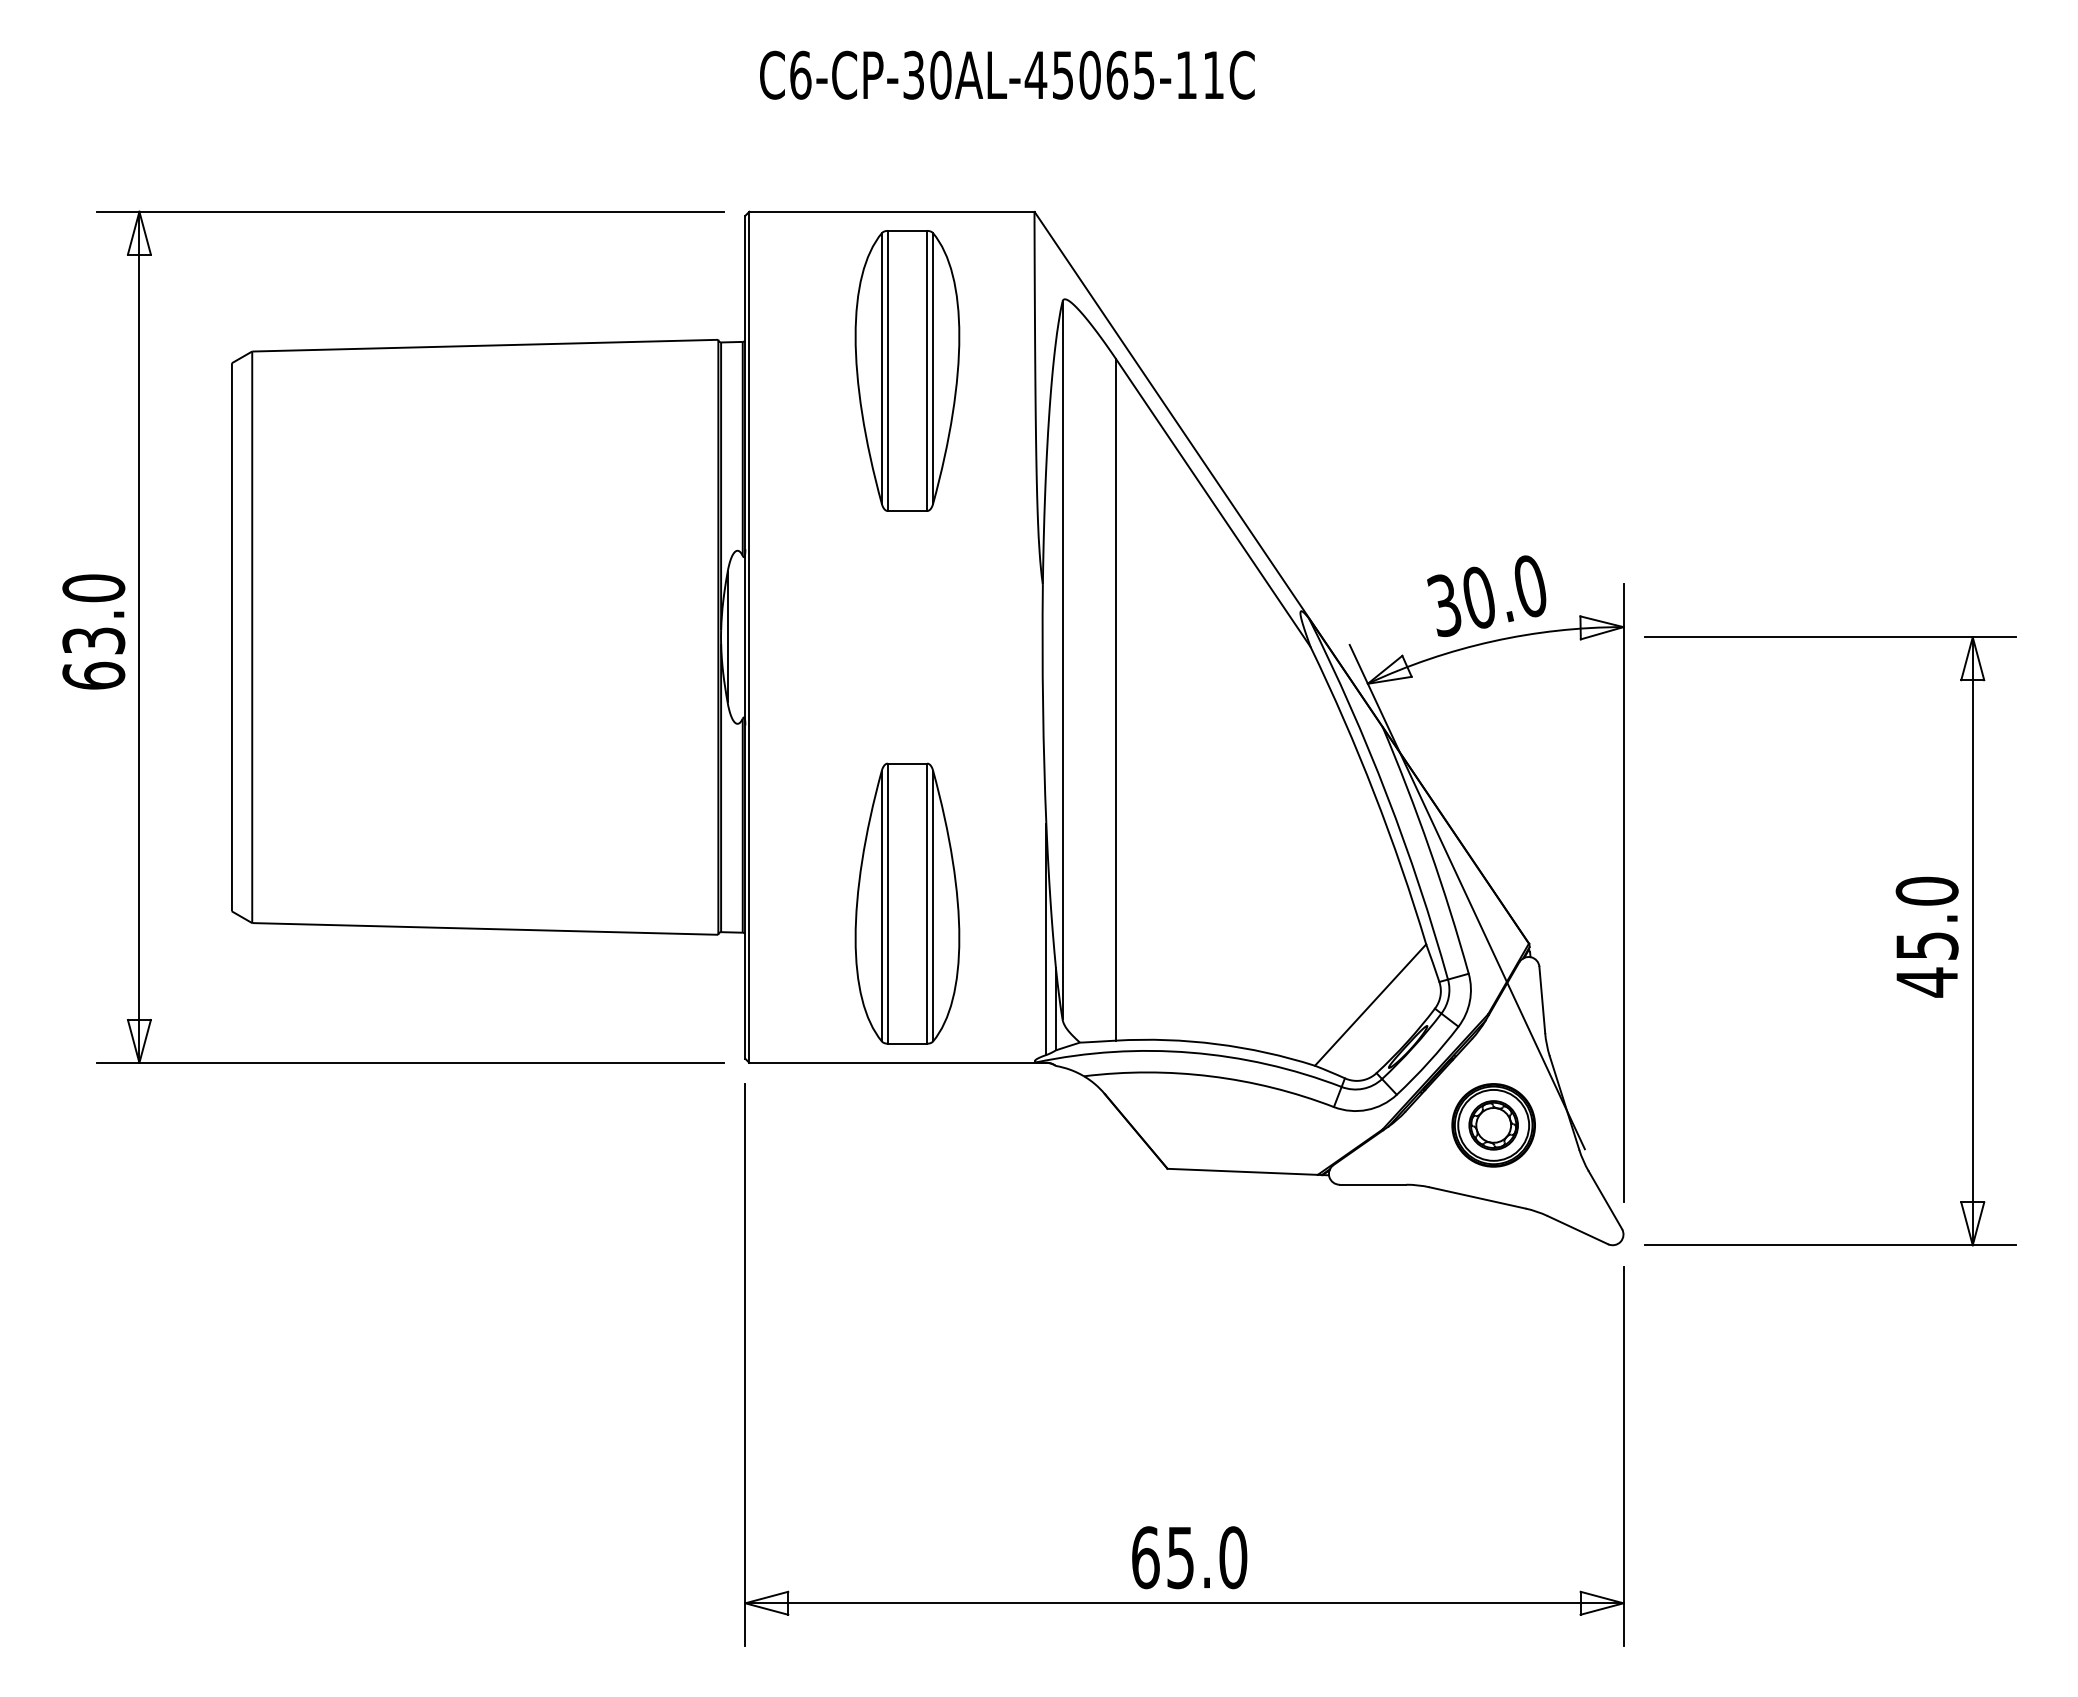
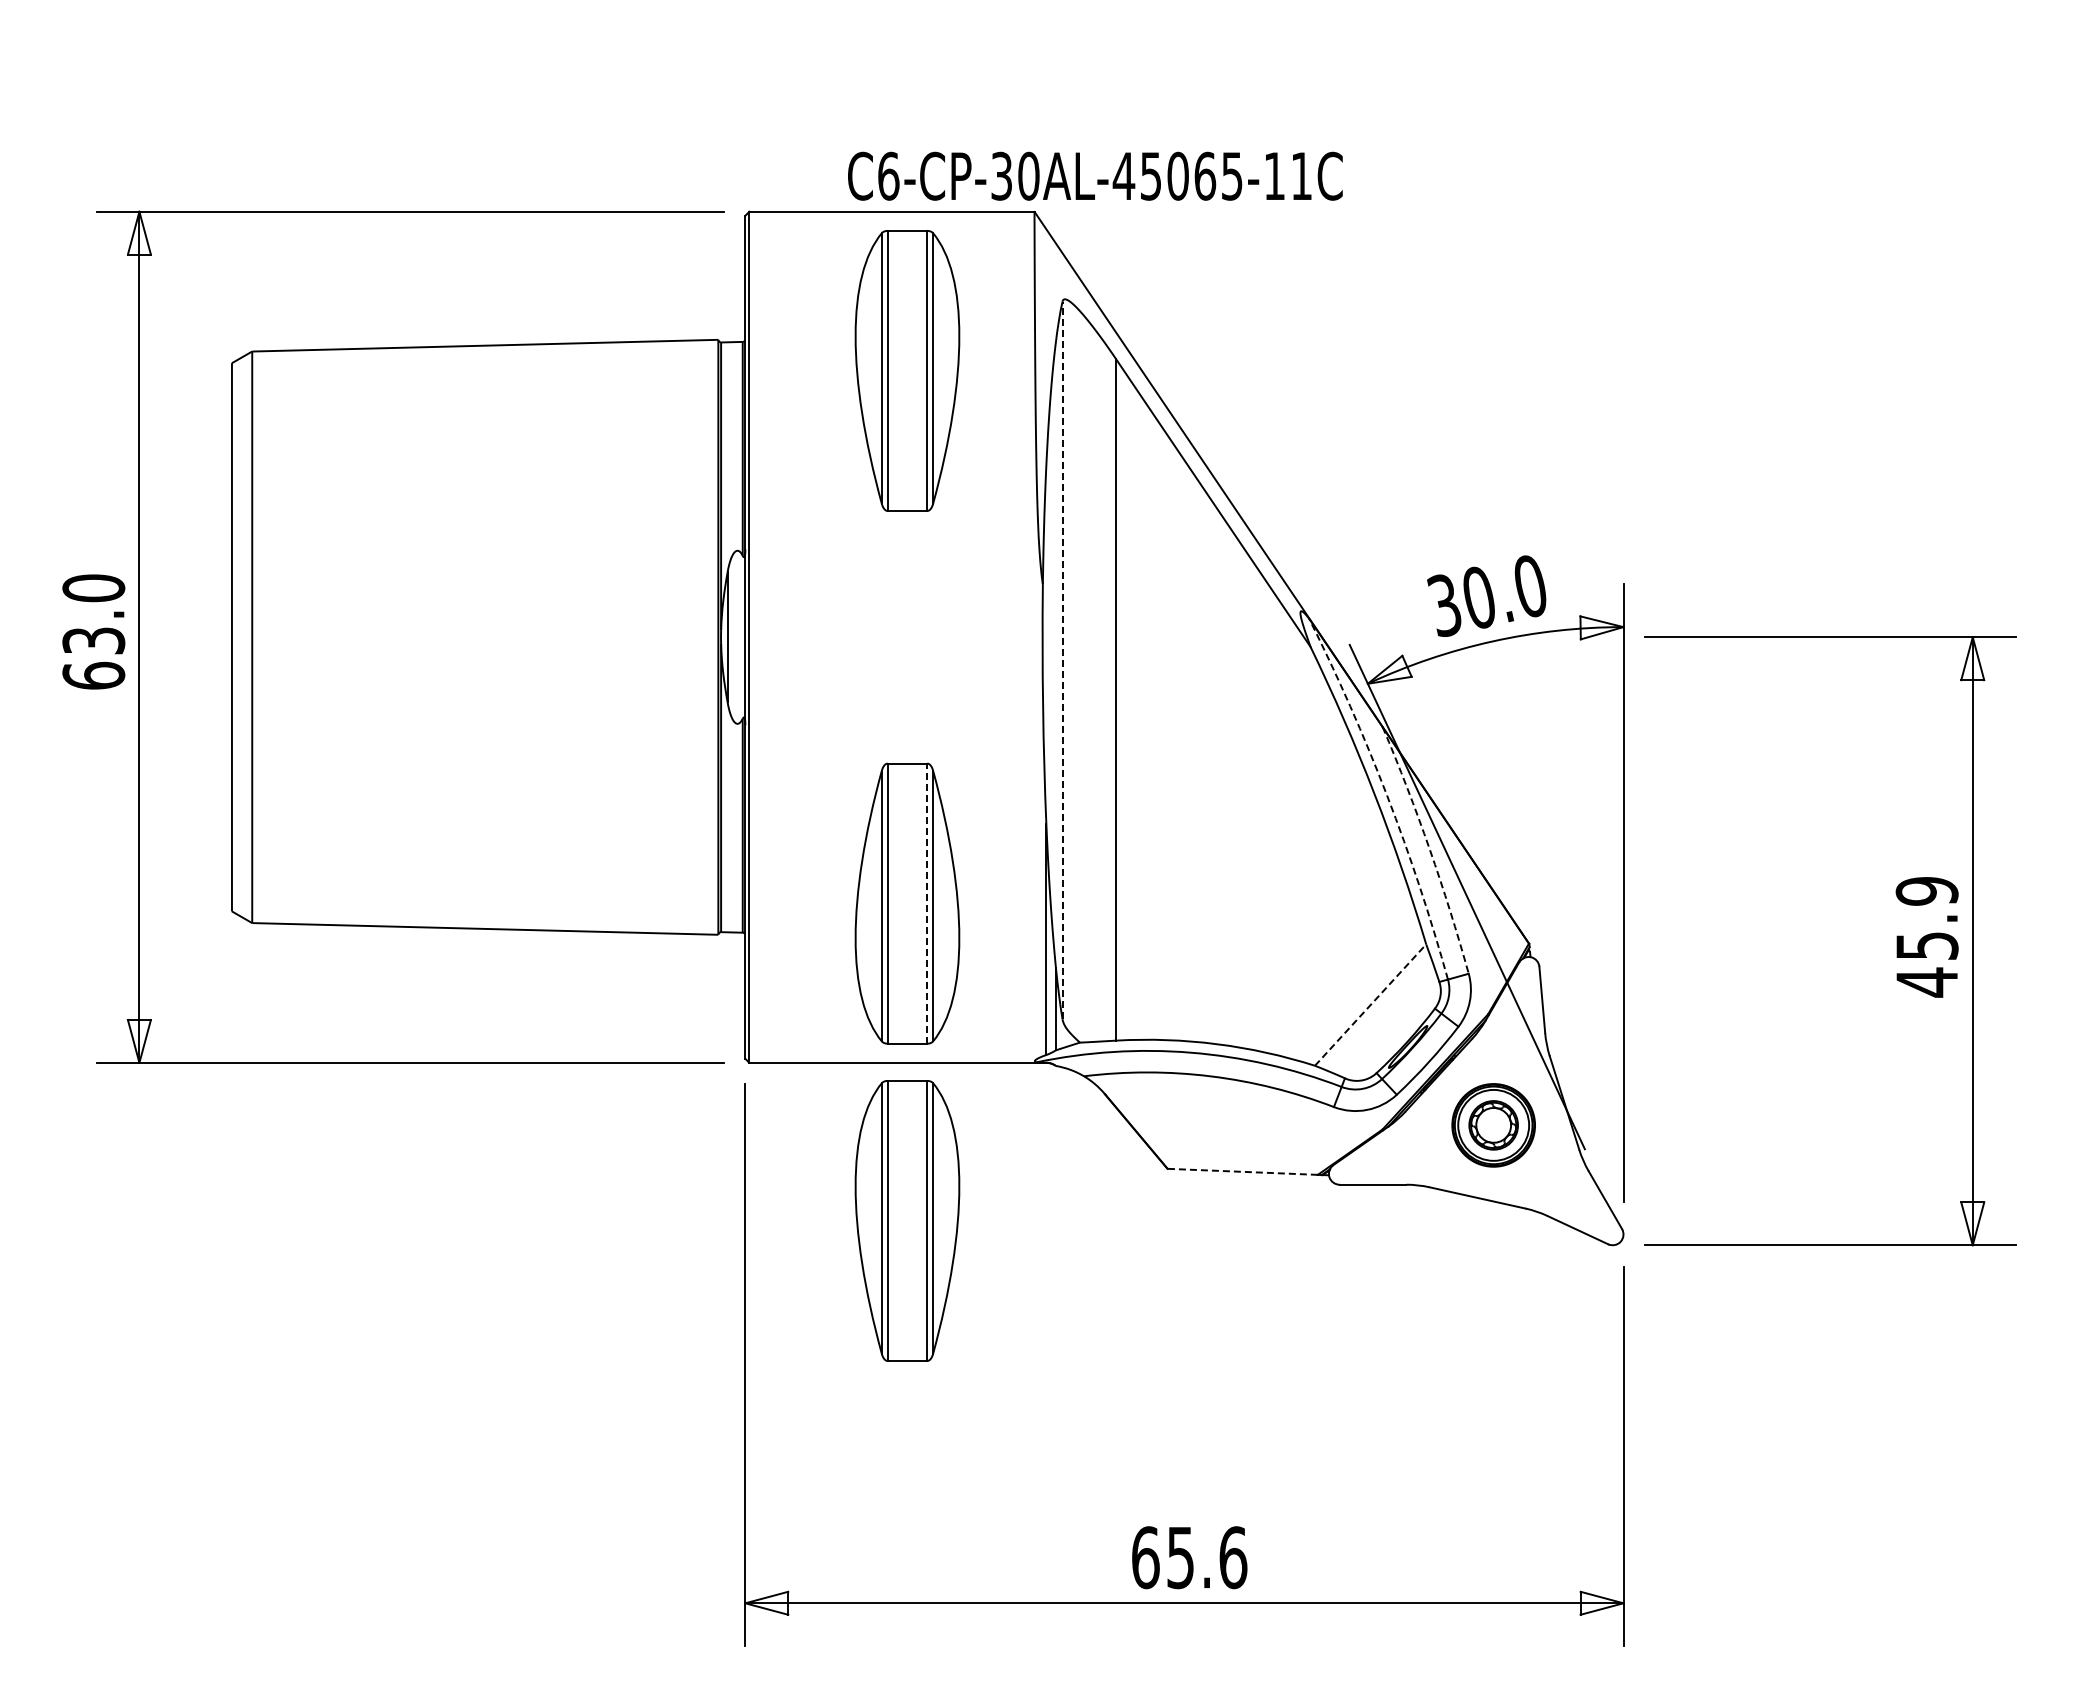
text at (1007, 74) position: (1007, 74) -> (1095, 175)
line at (1062, 660): solid -> dashed
arc at (1387, 795): solid -> dashed
arc at (1429, 849): solid -> dashed
text at (1926, 890): 45.0 -> 45.9
line at (927, 903): solid -> dashed
line at (1370, 1004): solid -> dashed
line at (1242, 1171): solid -> dashed
part at (907, 1220): none -> present
text at (1233, 1557): 65.0 -> 65.6
